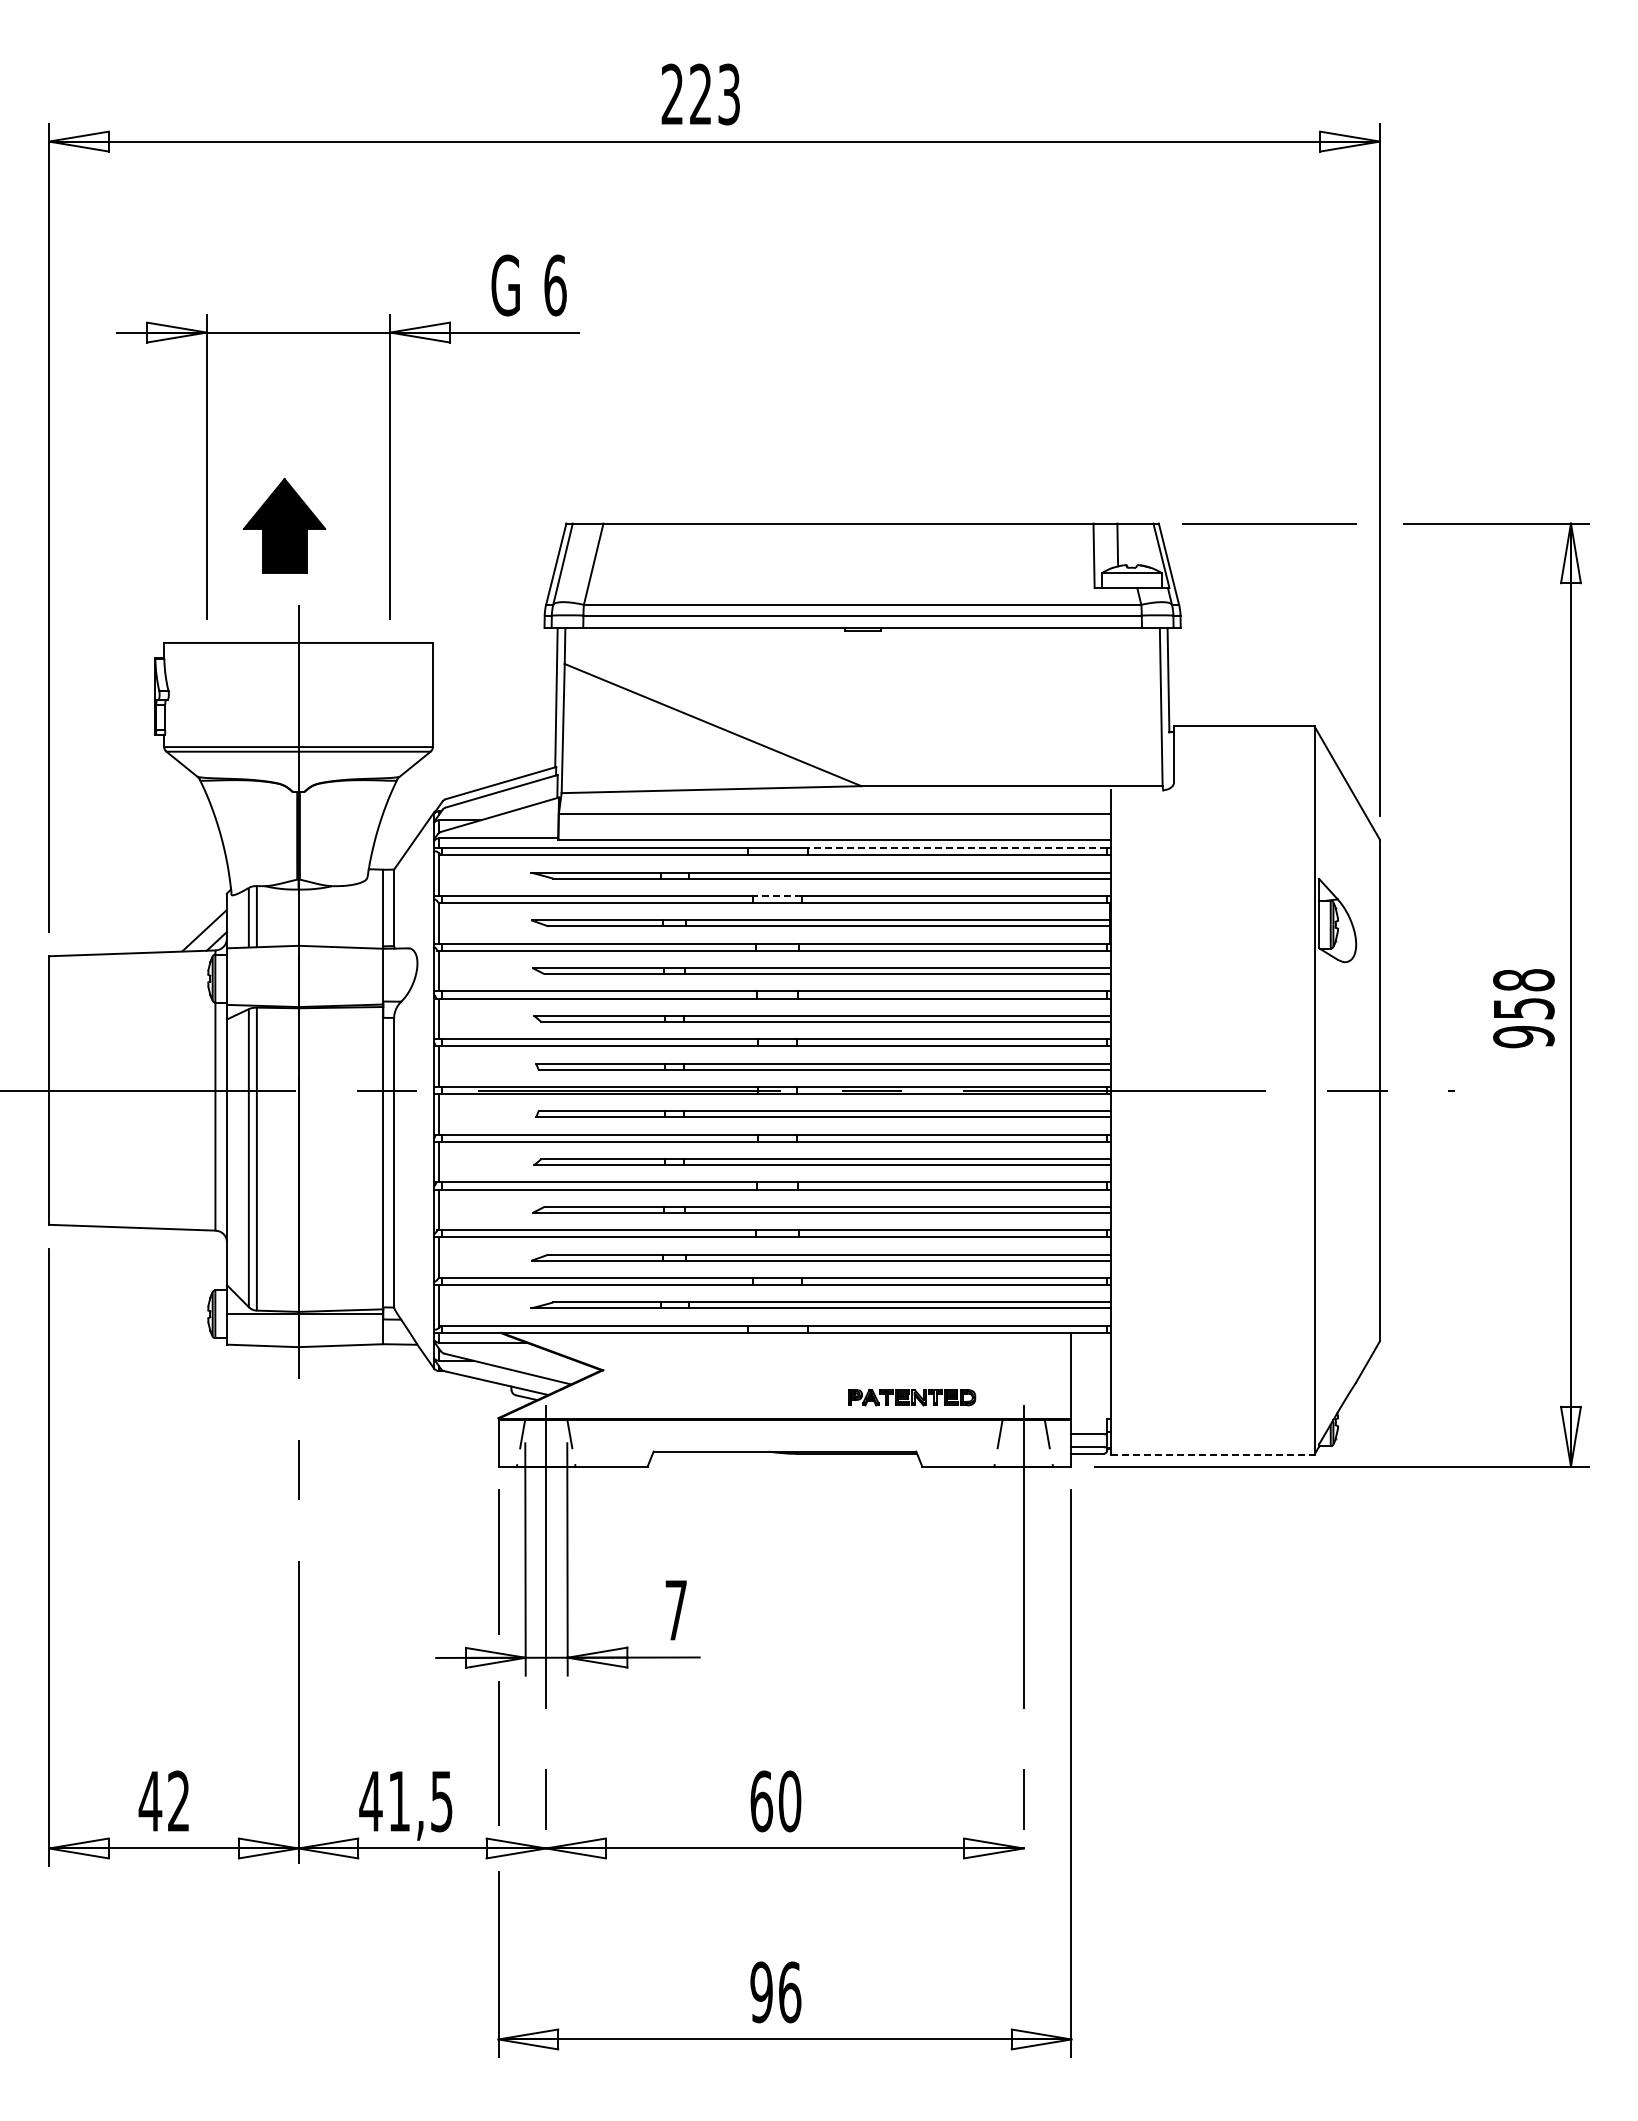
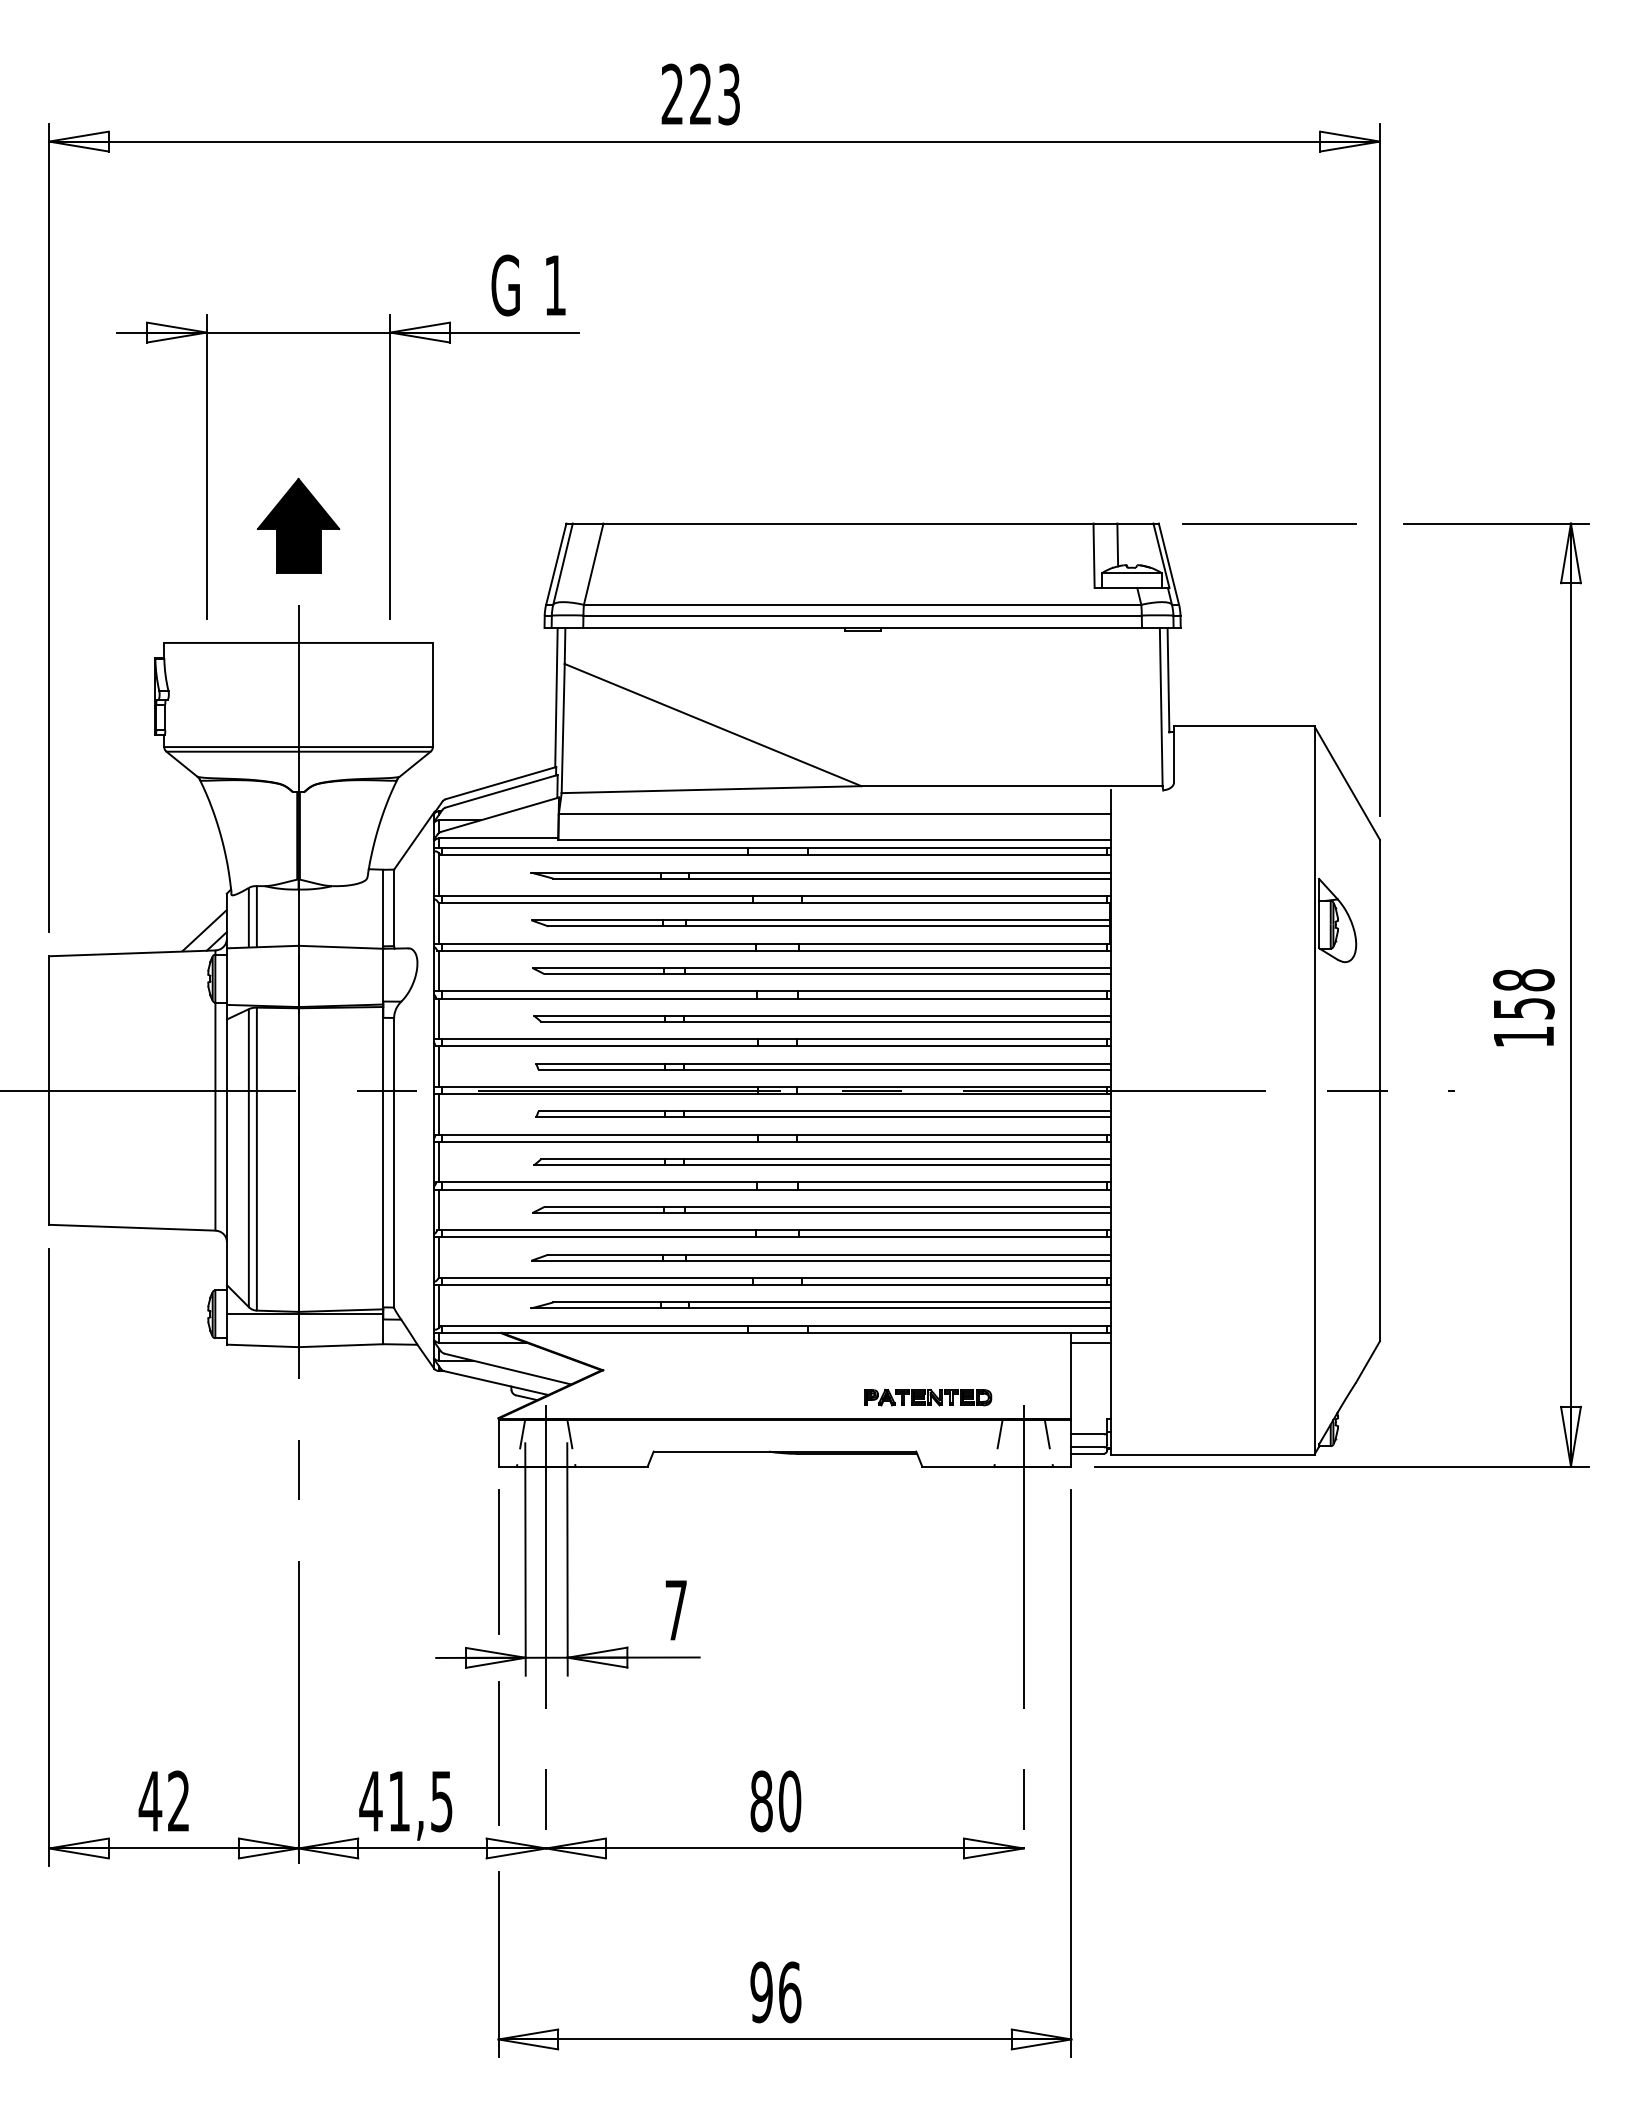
text at (555, 285): 6 -> 1
part at (284, 525) position: (284, 525) -> (298, 525)
line at (957, 848): dashed -> solid
line at (777, 895): dashed -> solid
text at (1523, 1037): 958 -> 158
line at (1091, 1342): none -> present
part at (912, 1397) position: (912, 1397) -> (928, 1397)
line at (1212, 1454): dashed -> solid
text at (761, 1801): 60 -> 80
